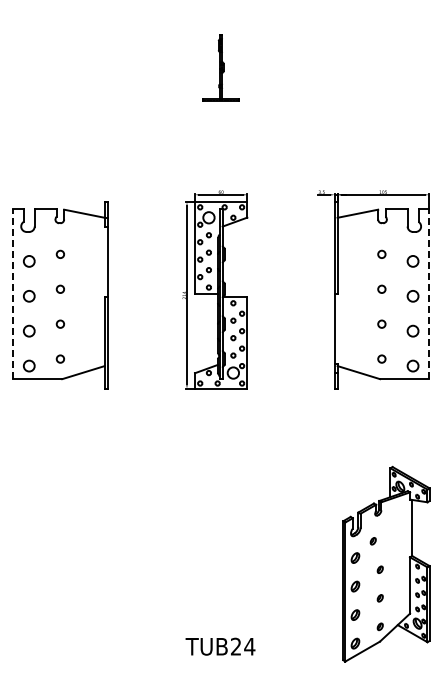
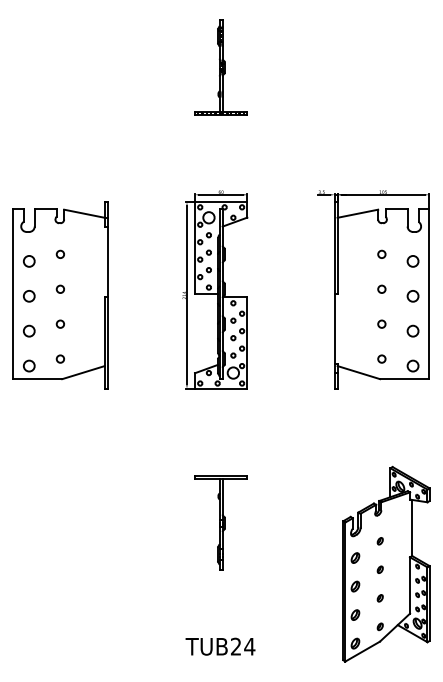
part at (220, 67) size: 38x68 px -> 54x97 px
line at (13, 293): dashed -> solid
line at (428, 293): dashed -> solid
part at (220, 522): none -> present
part at (372, 541) position: (372, 541) -> (379, 541)
